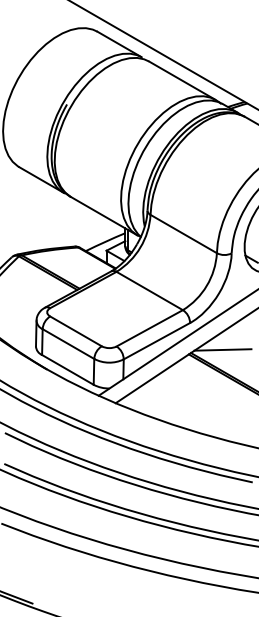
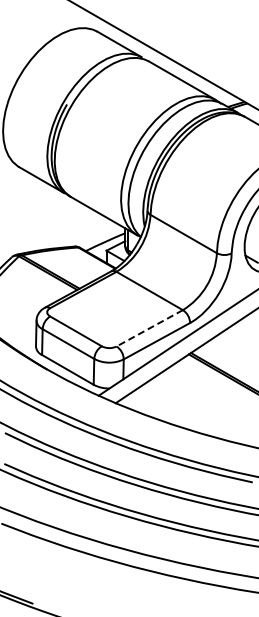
line at (149, 328): solid -> dashed
line at (222, 349): present -> none
